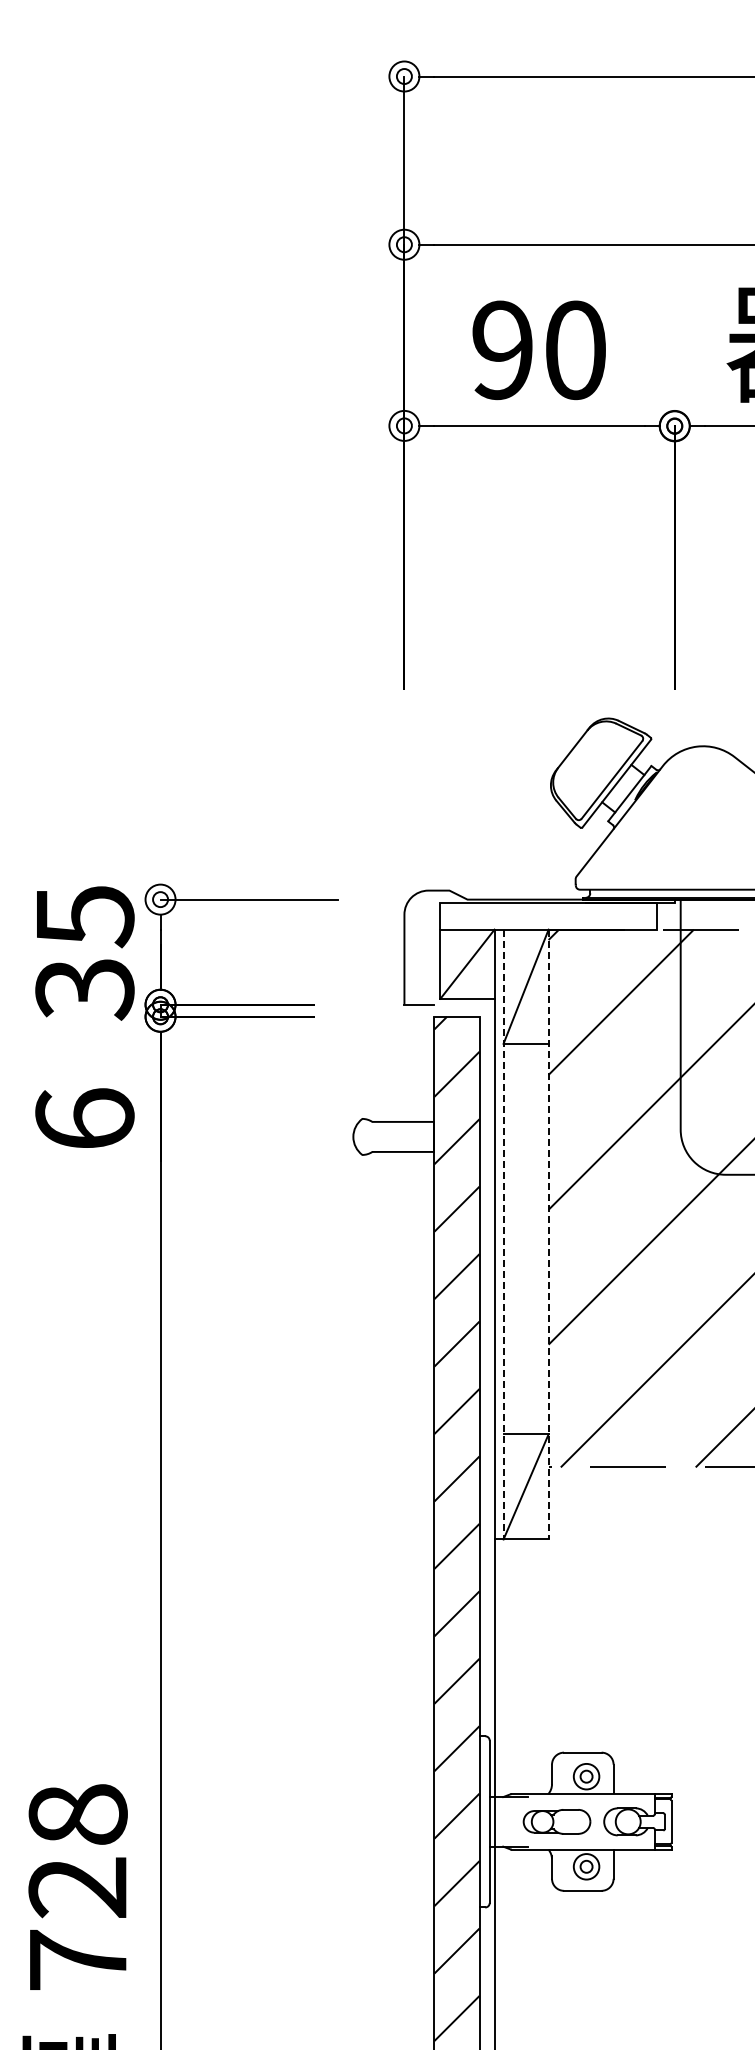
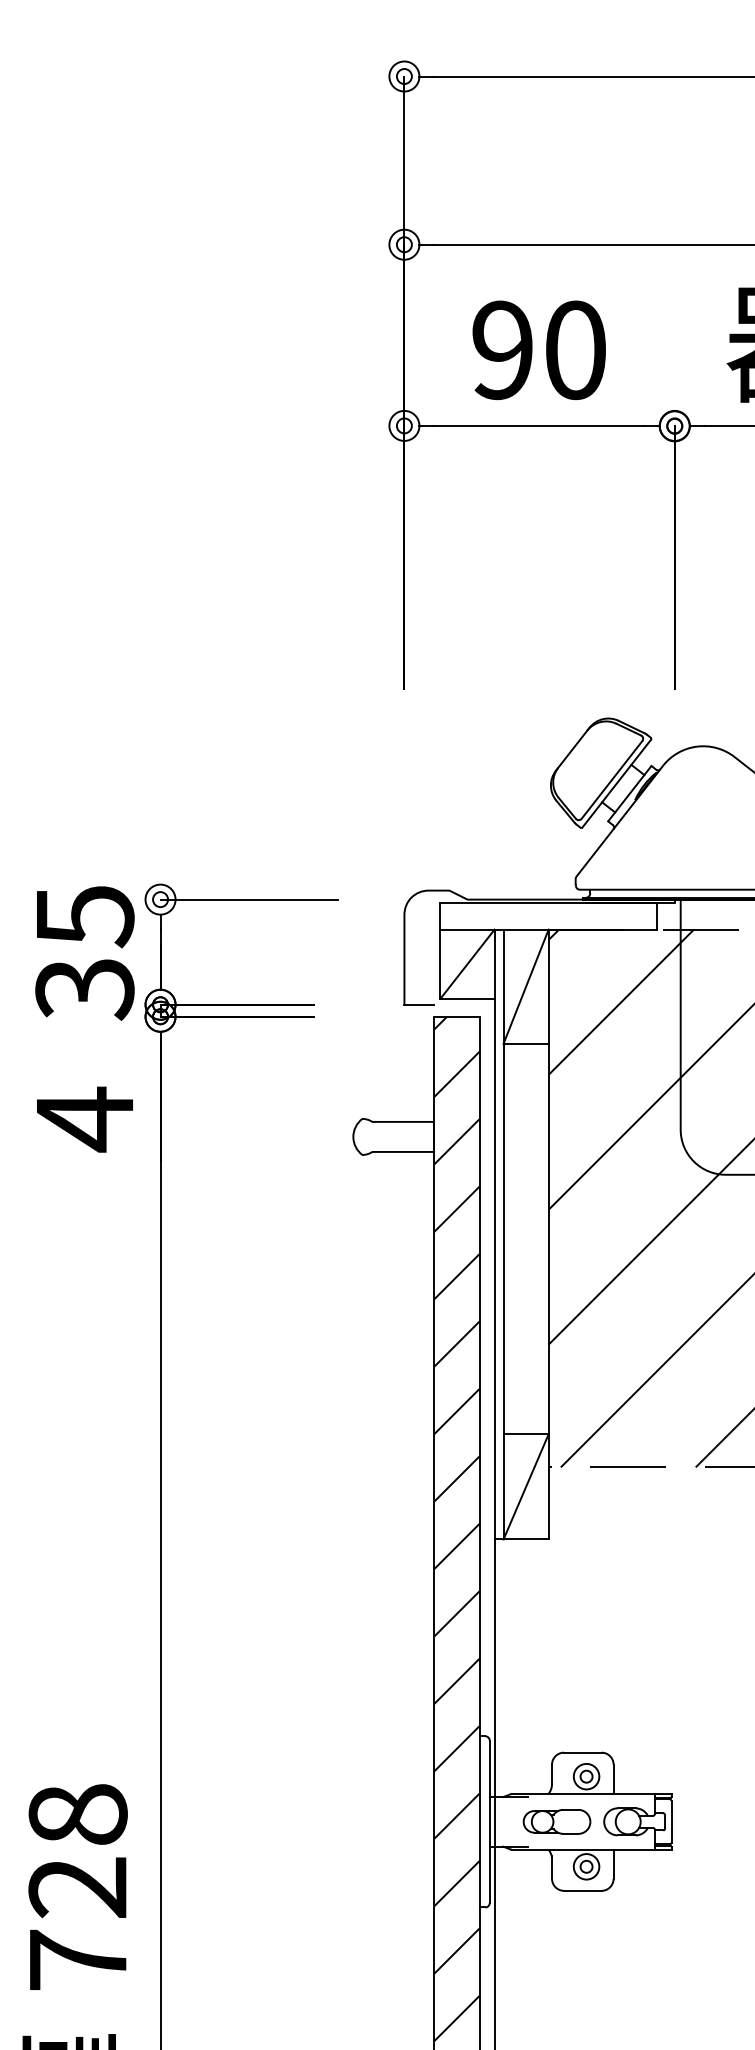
text at (84, 1119): 6 -> 4
line at (503, 1234): dashed -> solid
line at (548, 1234): dashed -> solid
